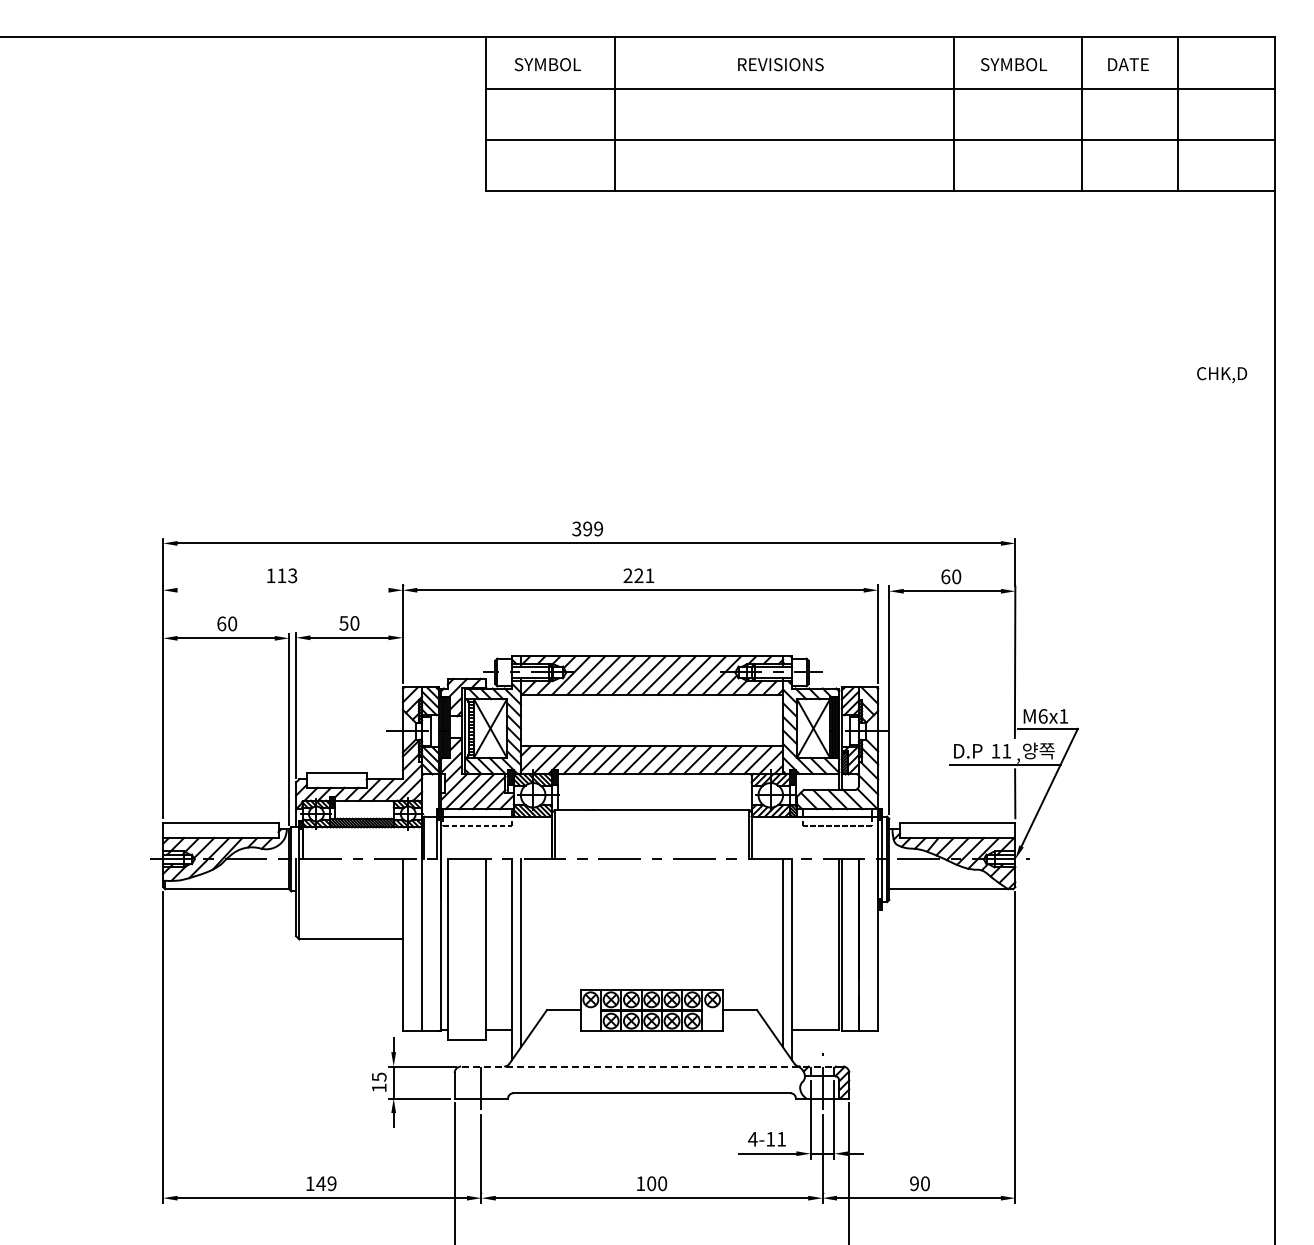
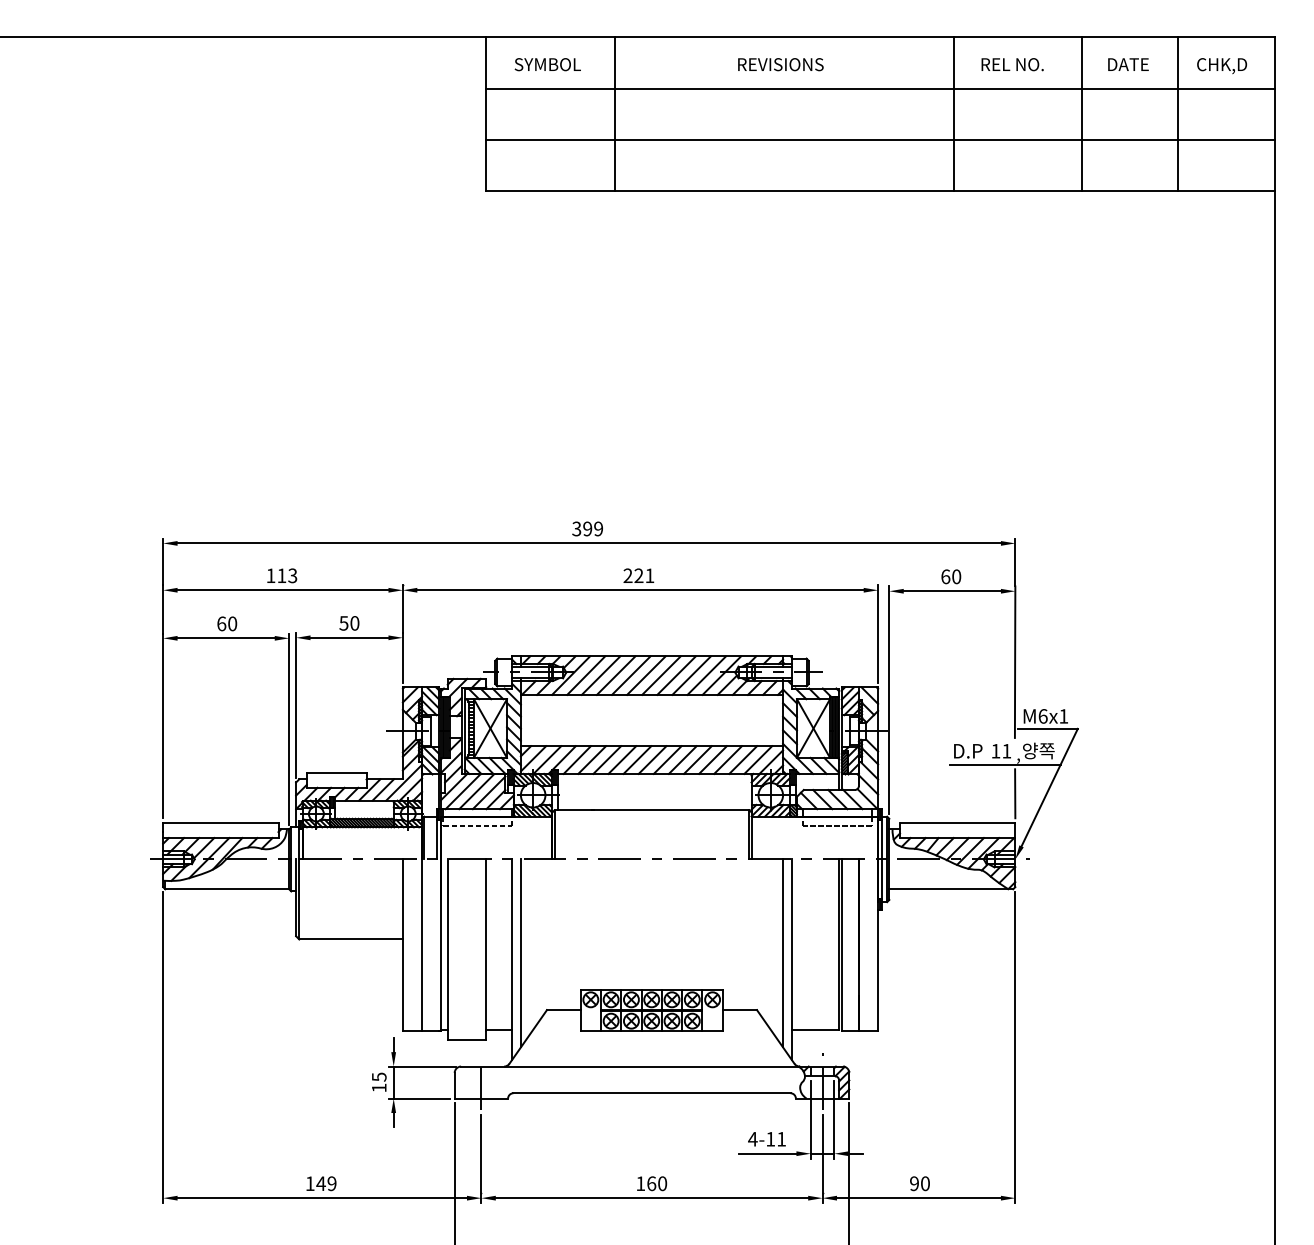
text at (1013, 64): SYMBOL -> REL NO.
text at (1221, 375) position: (1221, 375) -> (1221, 66)
line at (282, 590): none -> present
line at (652, 1066): dashed -> solid
text at (651, 1183): 100 -> 160
